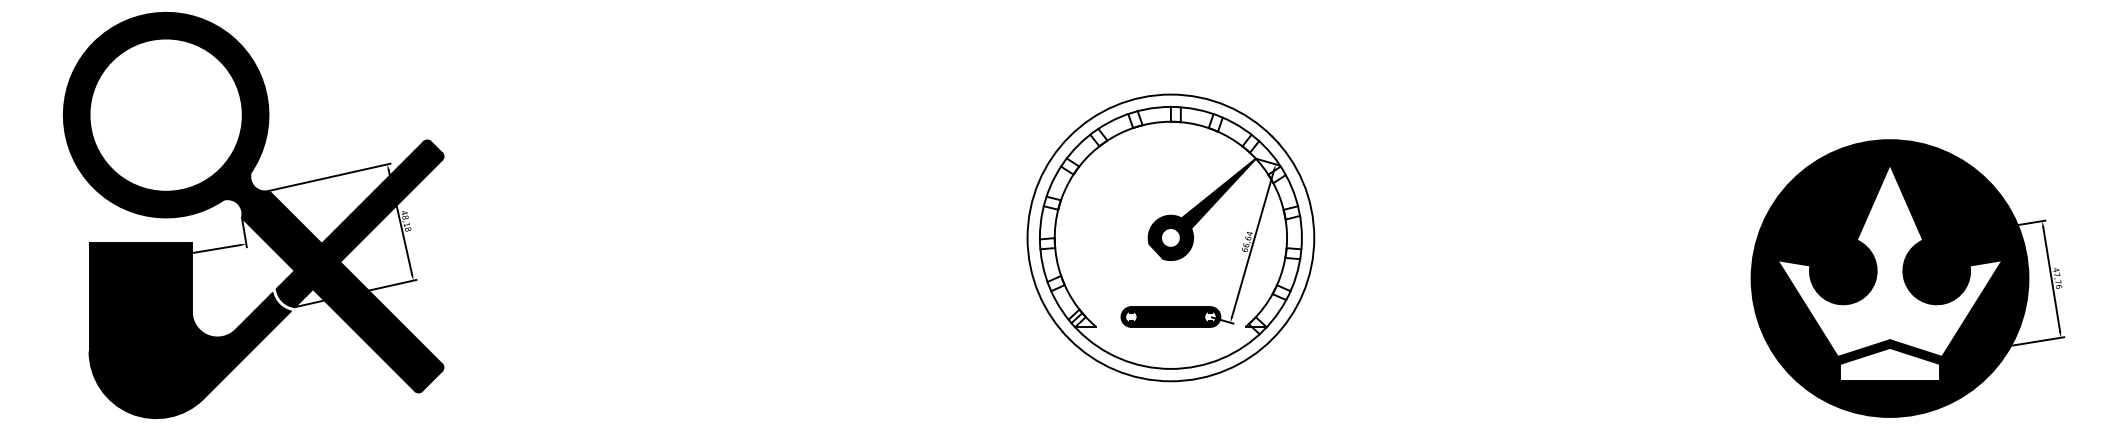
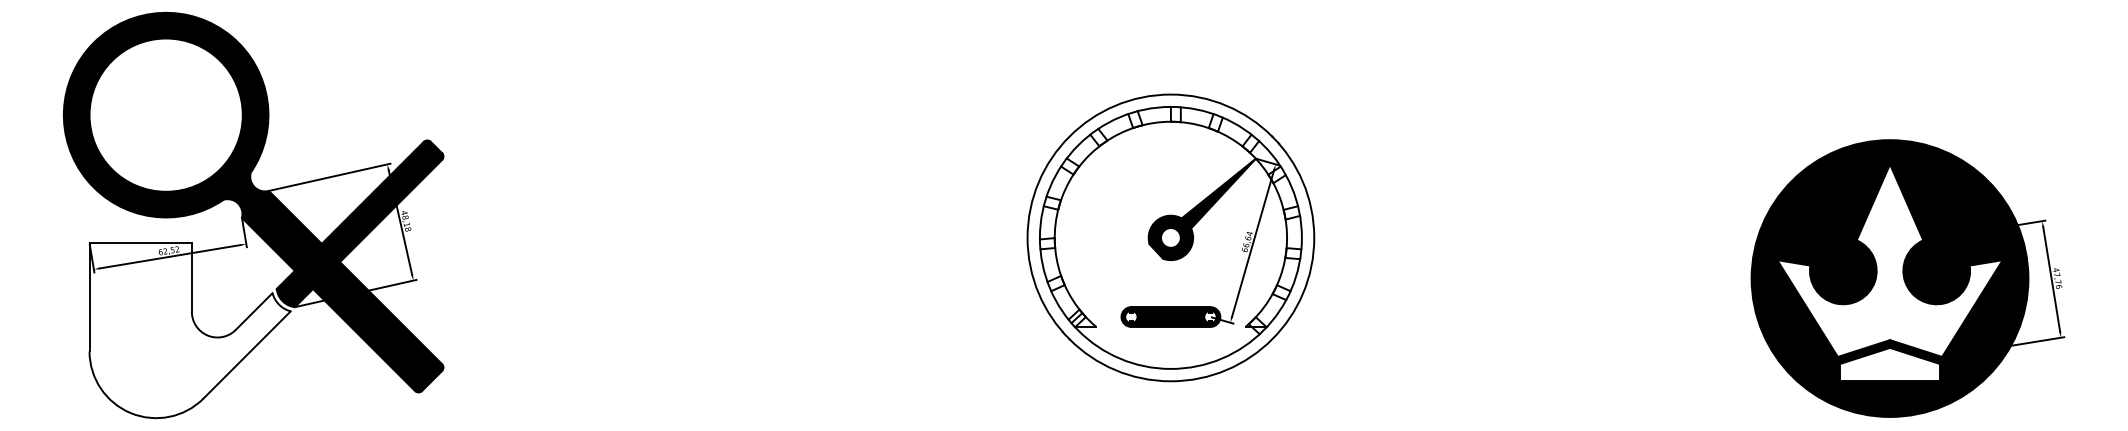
fill at (189, 330): present -> none
